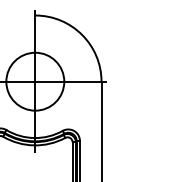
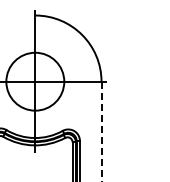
line at (101, 131): solid -> dashed
